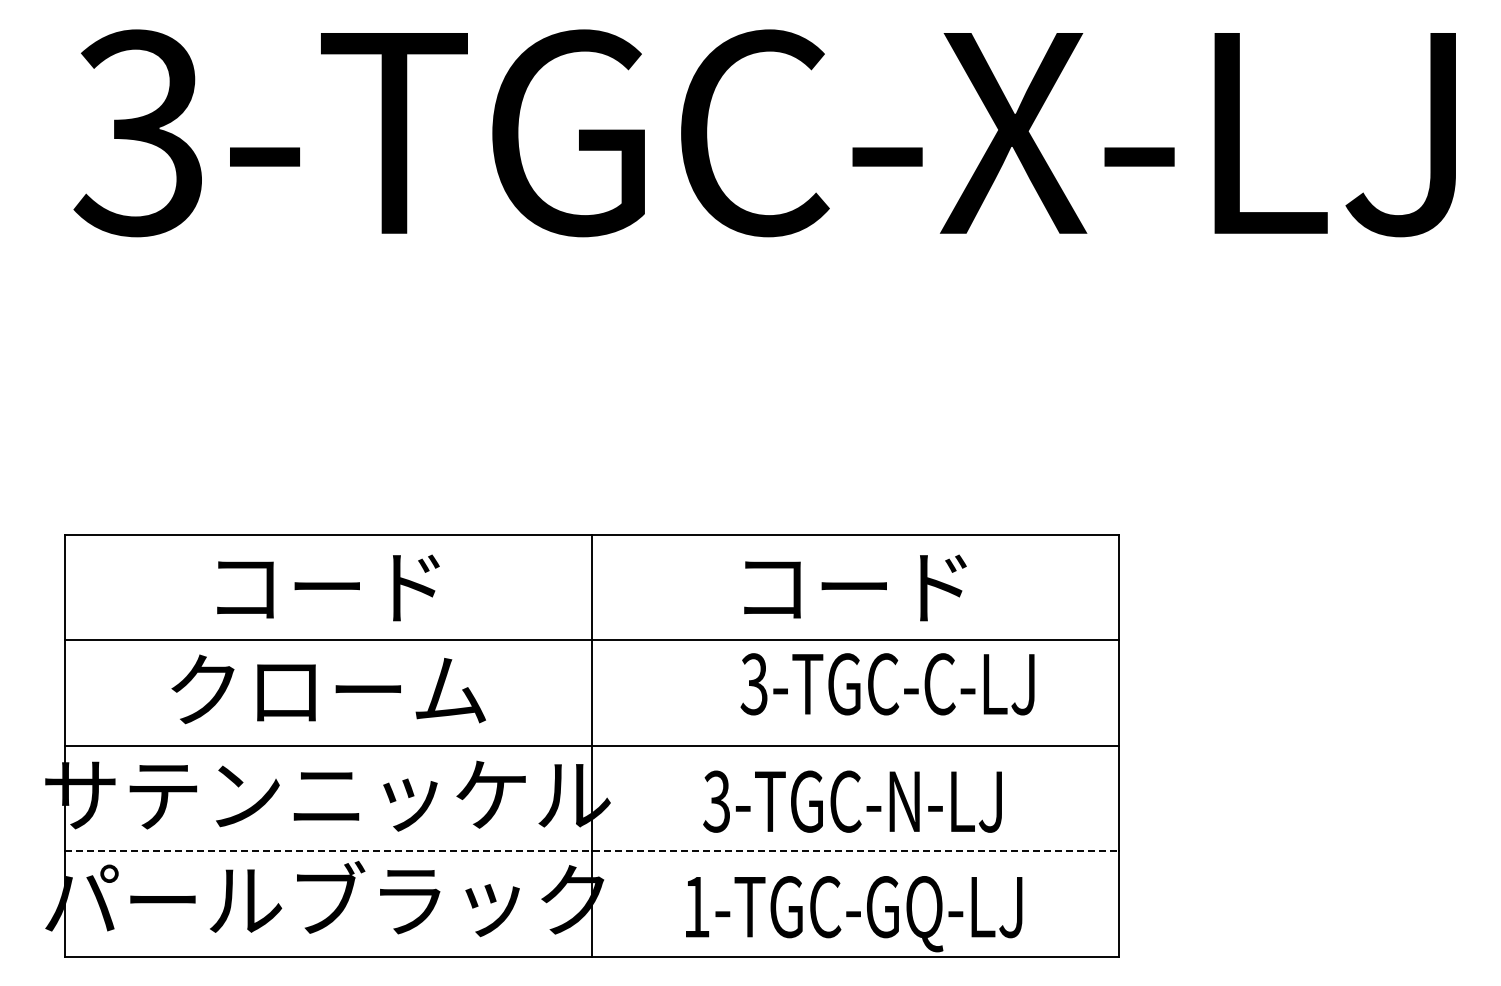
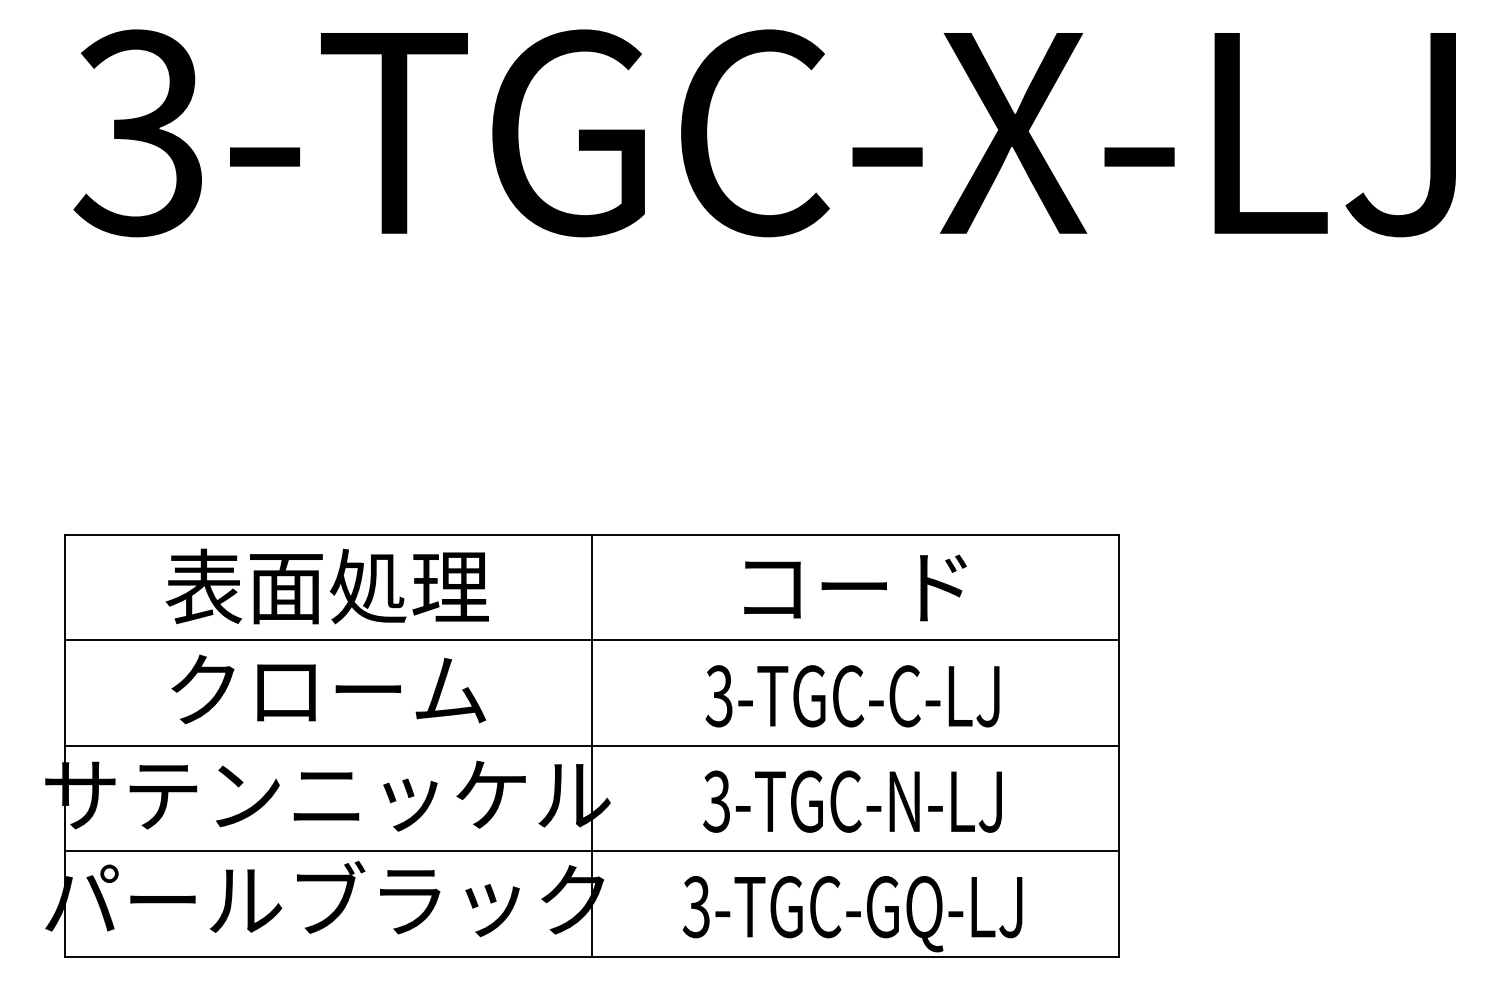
text at (326, 586): コード -> 表面処理
text at (887, 684) position: (887, 684) -> (852, 696)
line at (592, 851): dashed -> solid
text at (695, 907): 1-TGC-GQ-LJ -> 3-TGC-GQ-LJ
